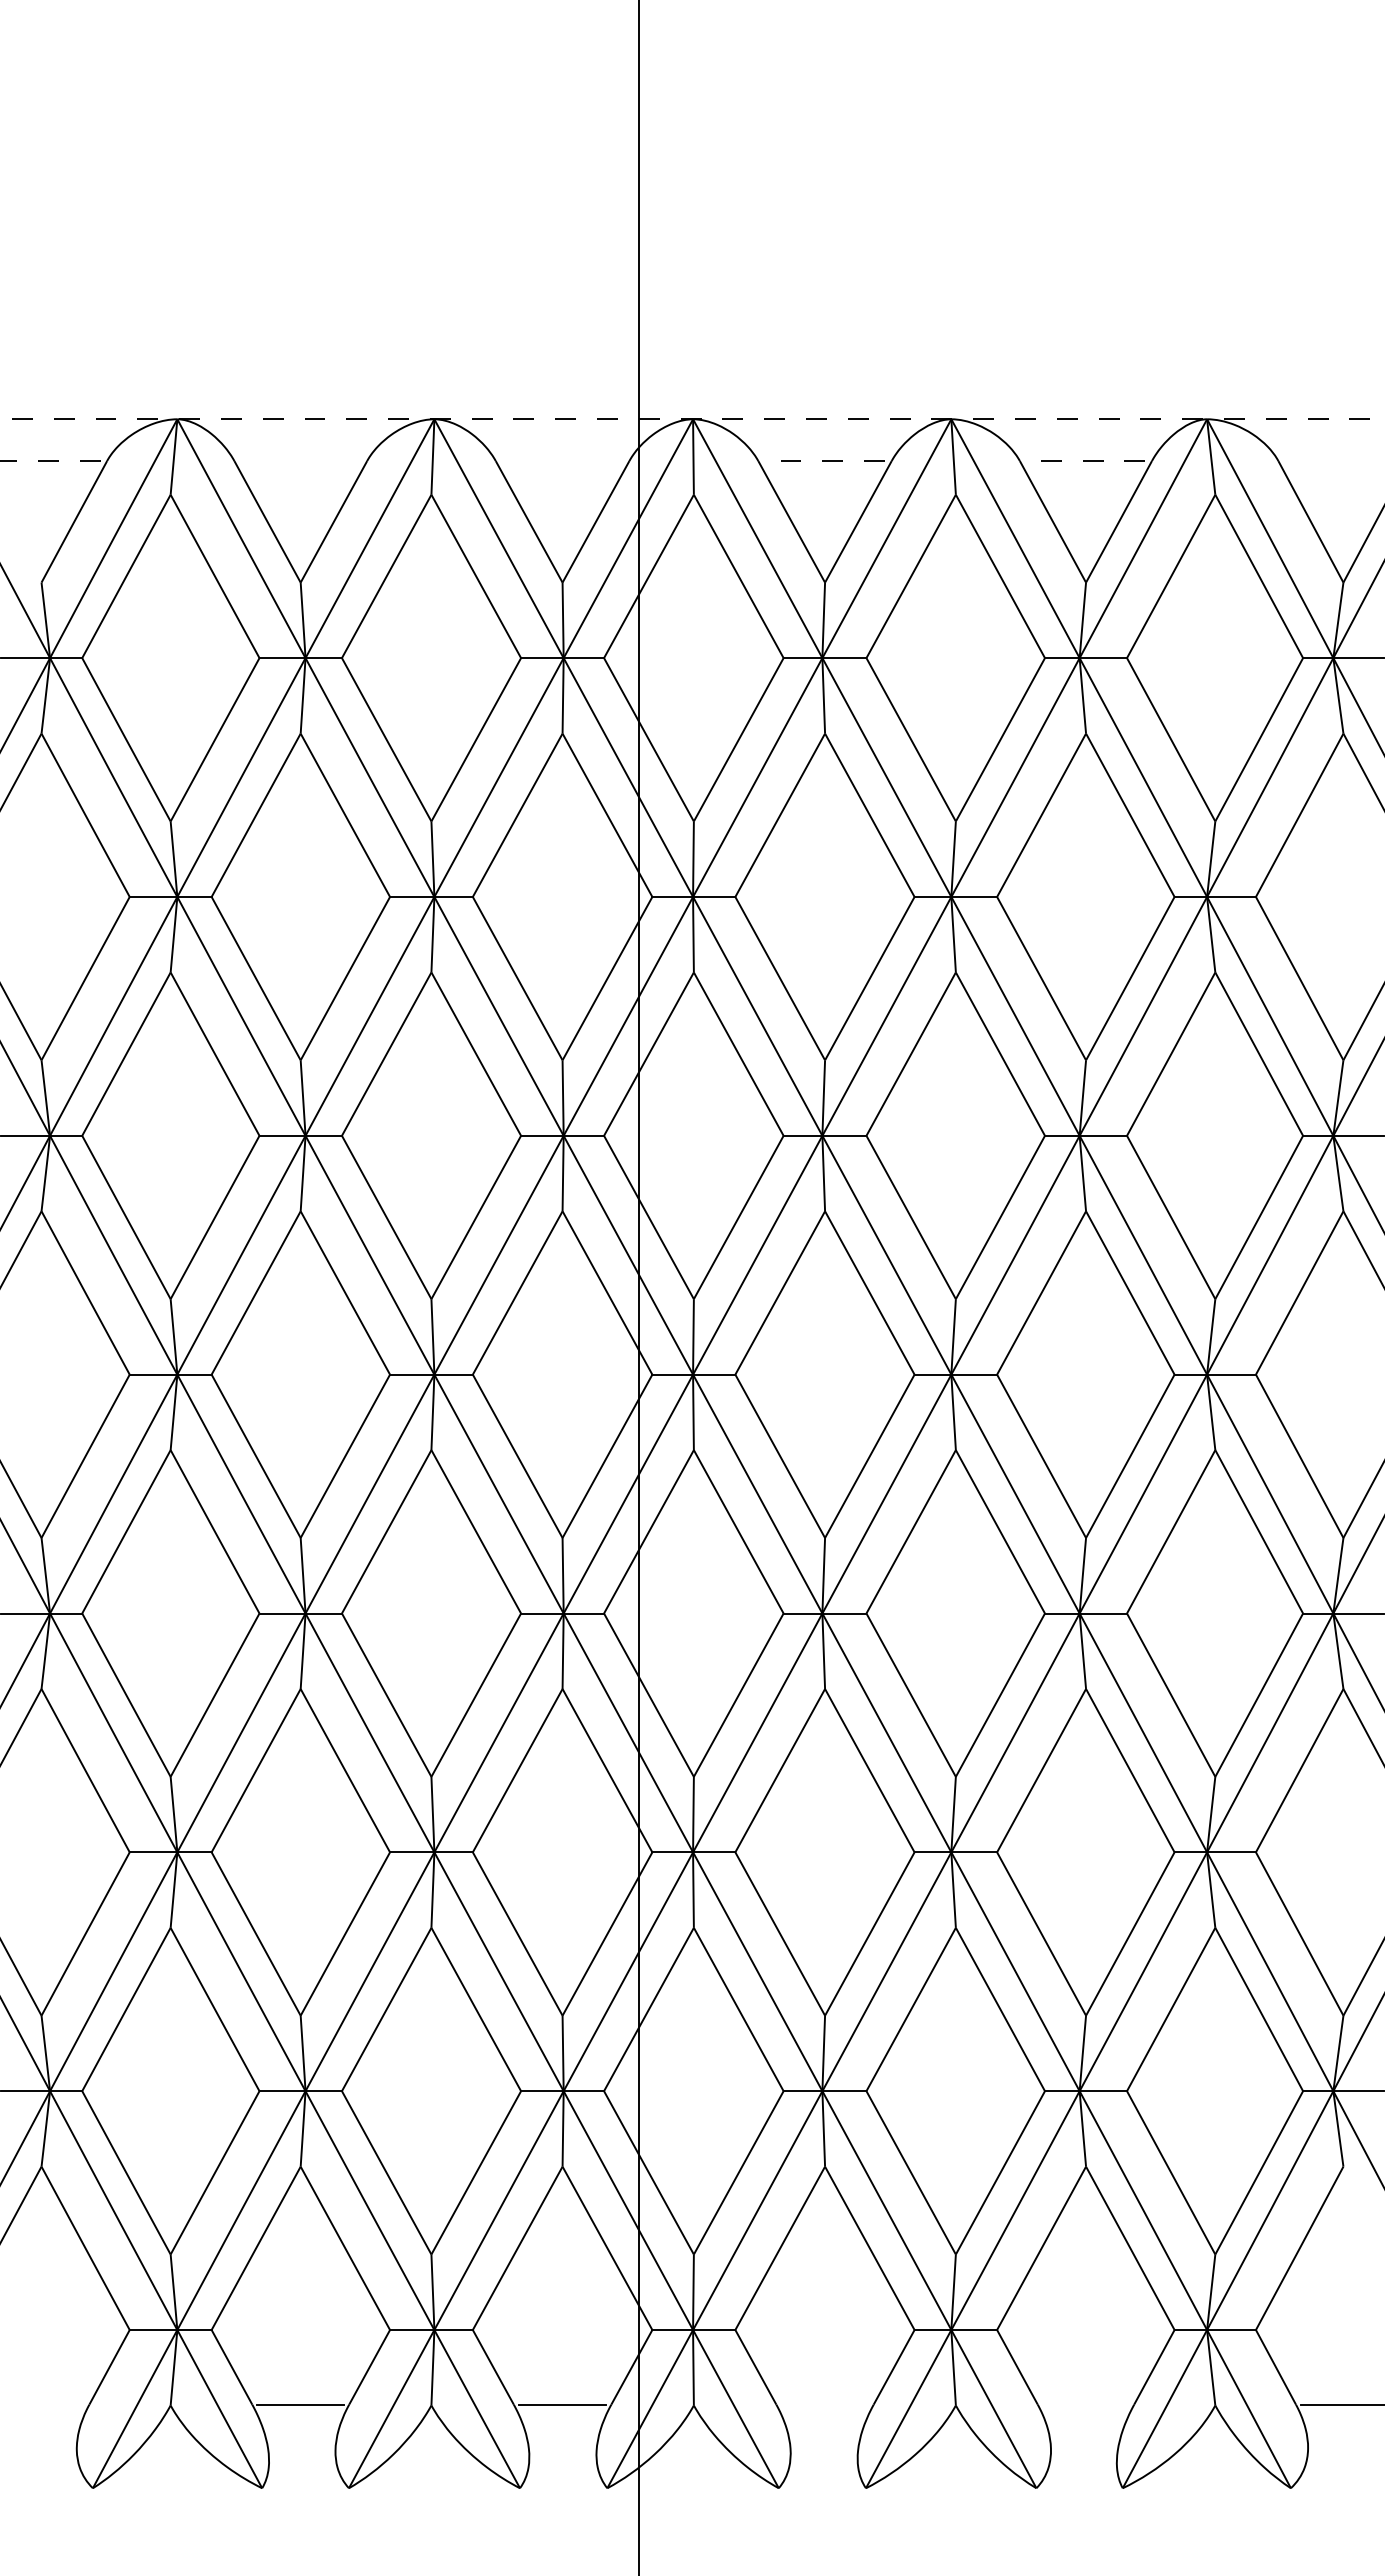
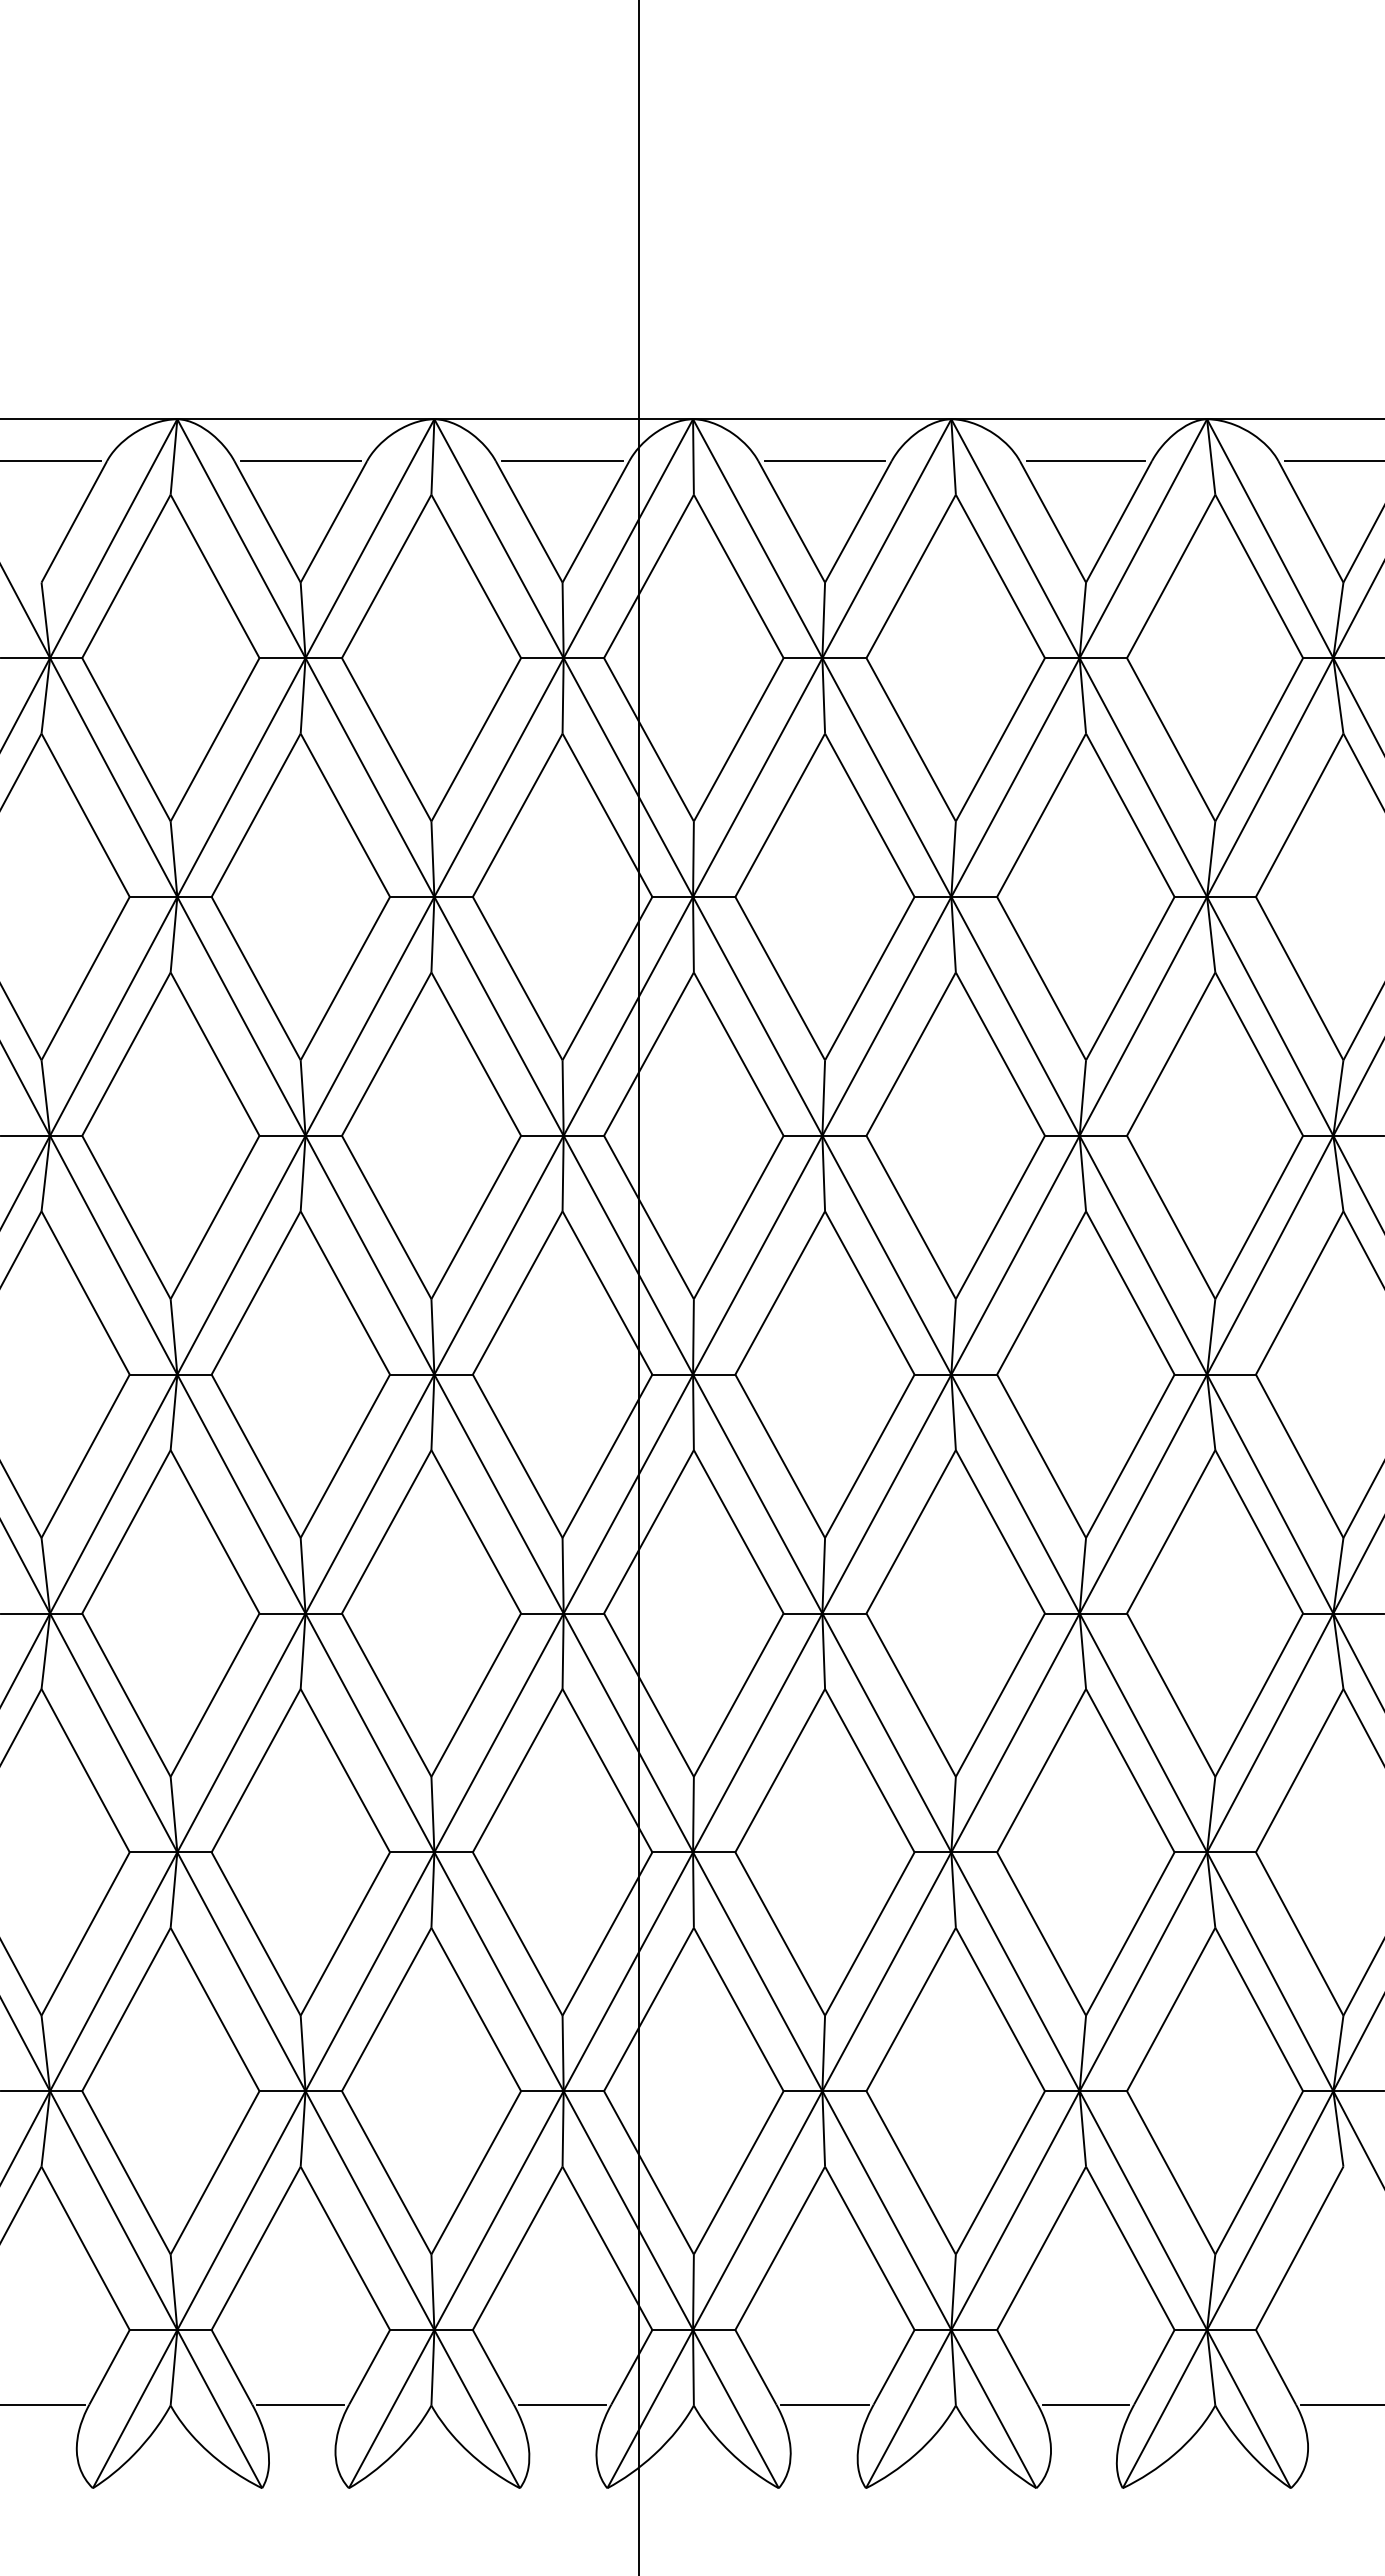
line at (692, 419): dashed -> solid
line at (50, 461): dashed -> solid
line at (300, 461): none -> present
line at (562, 461): none -> present
line at (824, 461): dashed -> solid
line at (1085, 461): dashed -> solid
line at (1332, 461): none -> present
line at (43, 2404): none -> present
line at (824, 2404): none -> present
line at (1085, 2404): none -> present
